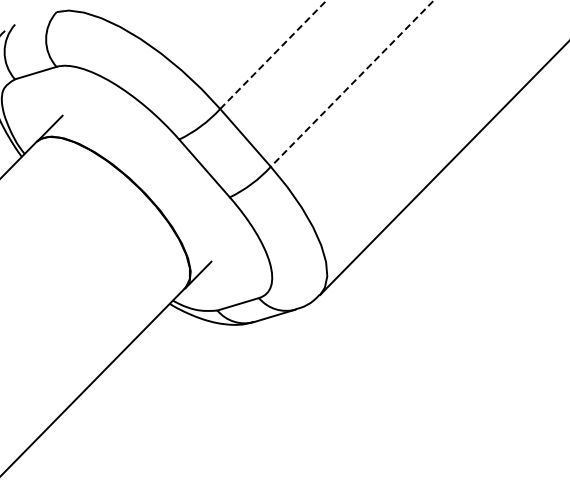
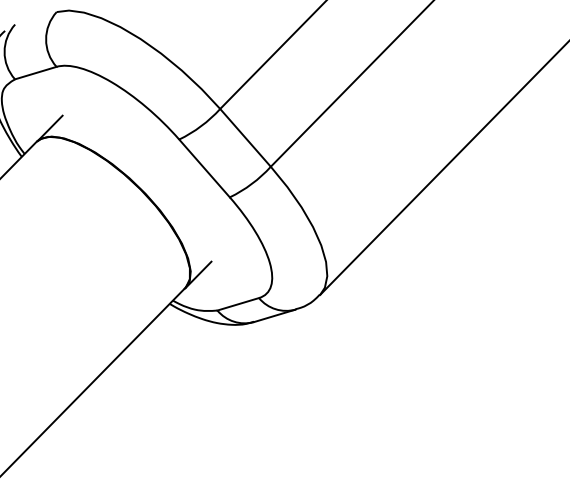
line at (273, 54): dashed -> solid
line at (352, 83): dashed -> solid
